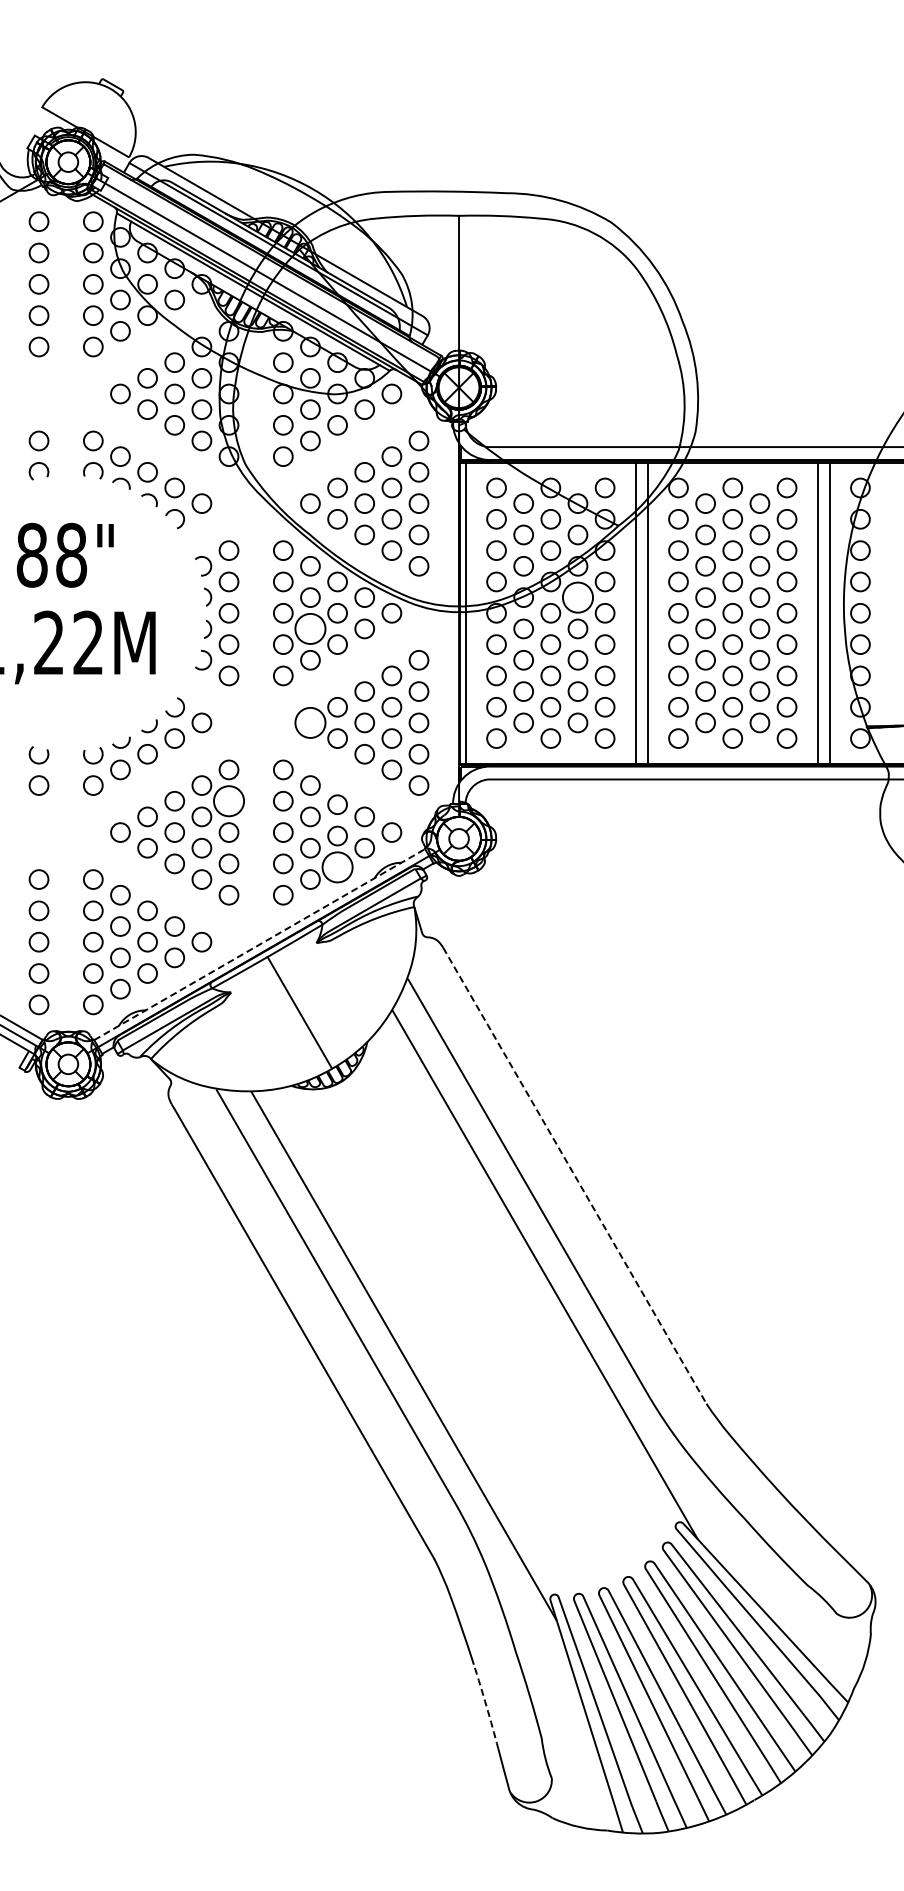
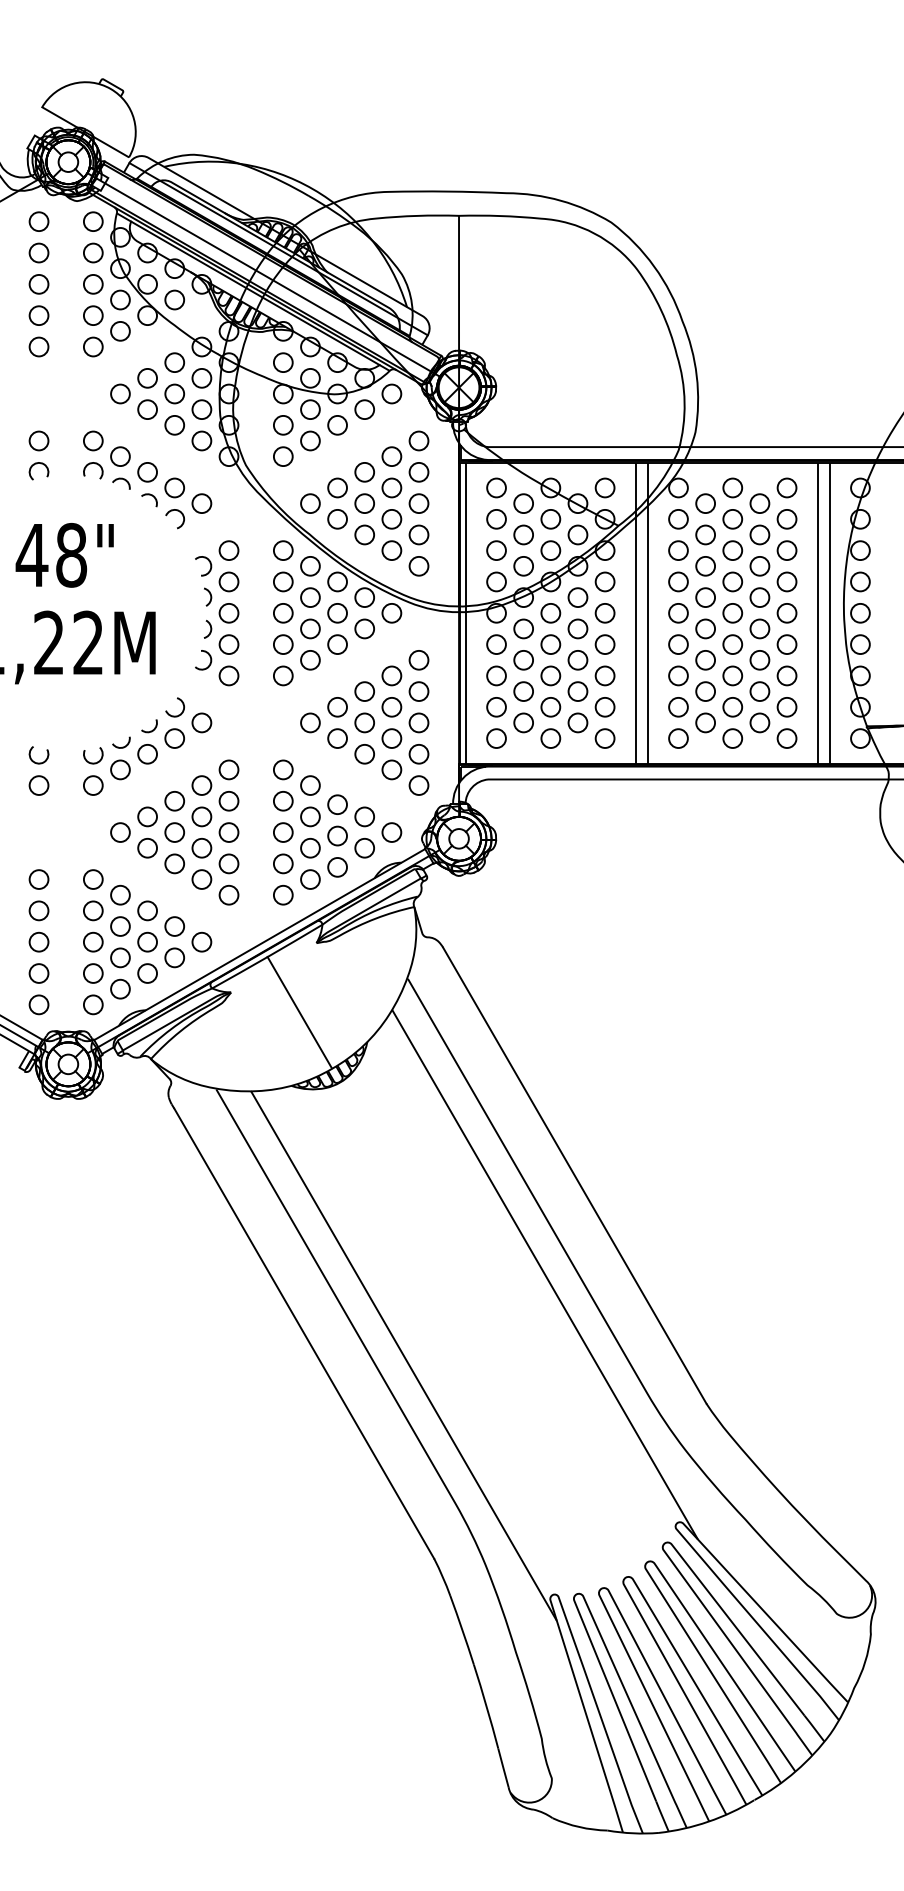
text at (31, 554): 88" -> 48"
circle at (577, 597) diameter: 30 px -> 19 px
circle at (310, 628) diameter: 30 px -> 19 px
circle at (310, 722) diameter: 30 px -> 19 px
circle at (229, 801) diameter: 30 px -> 19 px
circle at (337, 867) diameter: 30 px -> 19 px
line at (260, 944): dashed -> solid
line at (575, 1176): dashed -> solid
arc at (486, 1706): dashed -> solid
